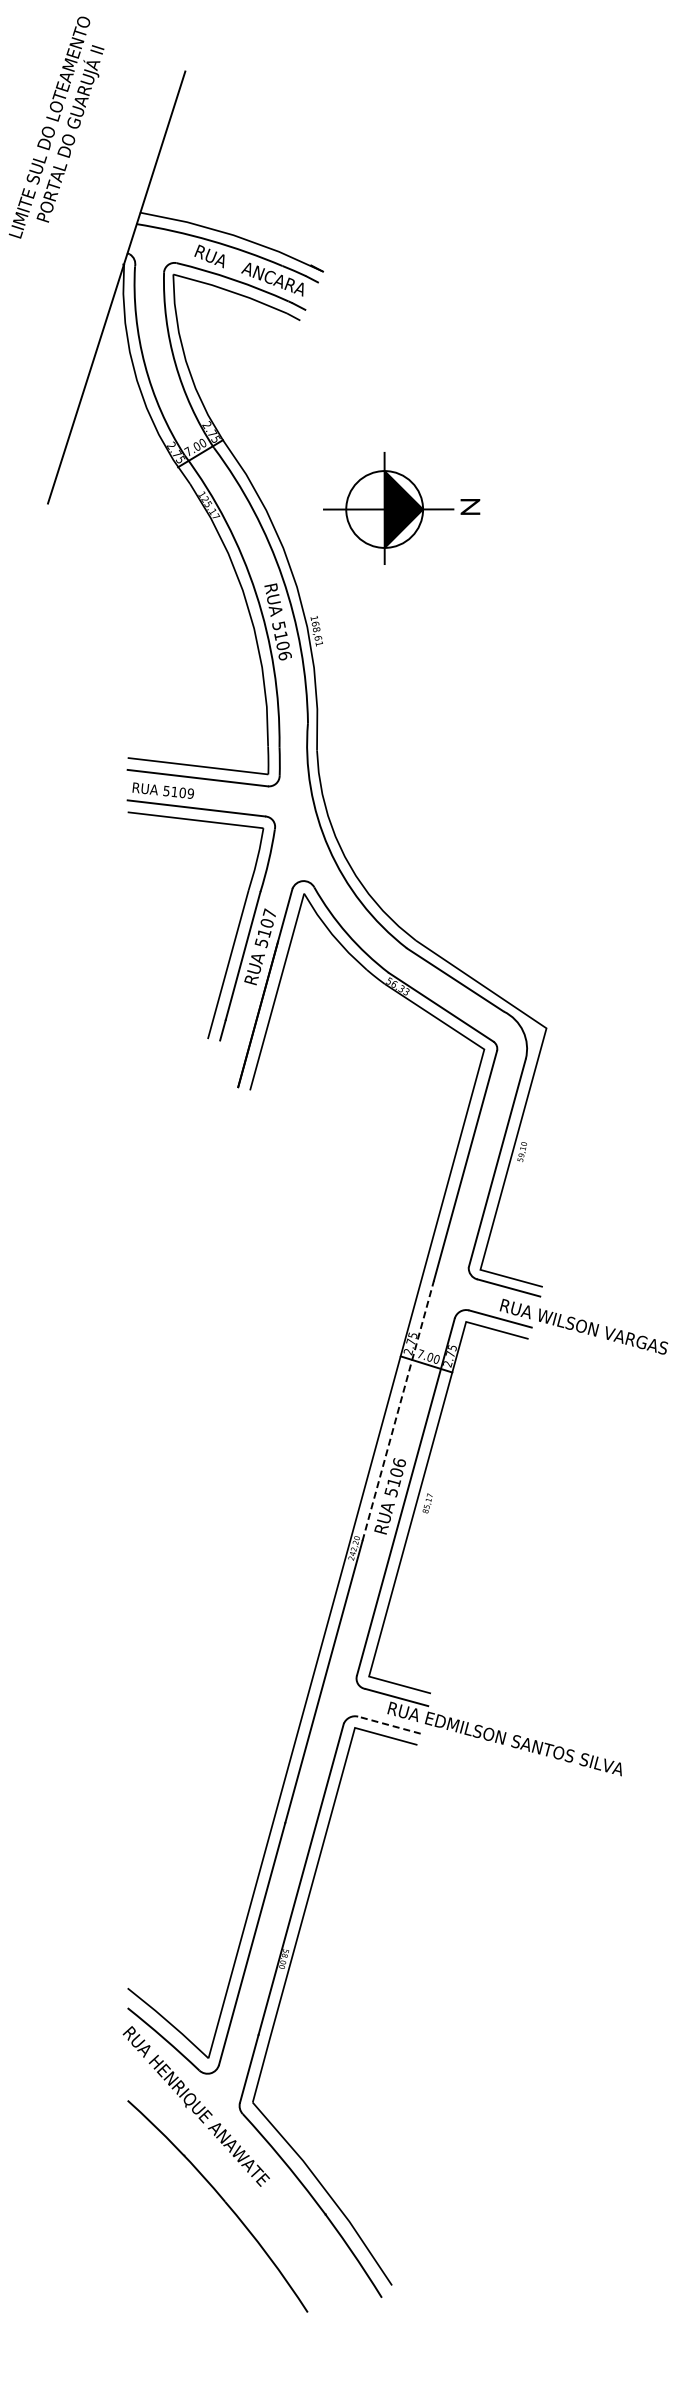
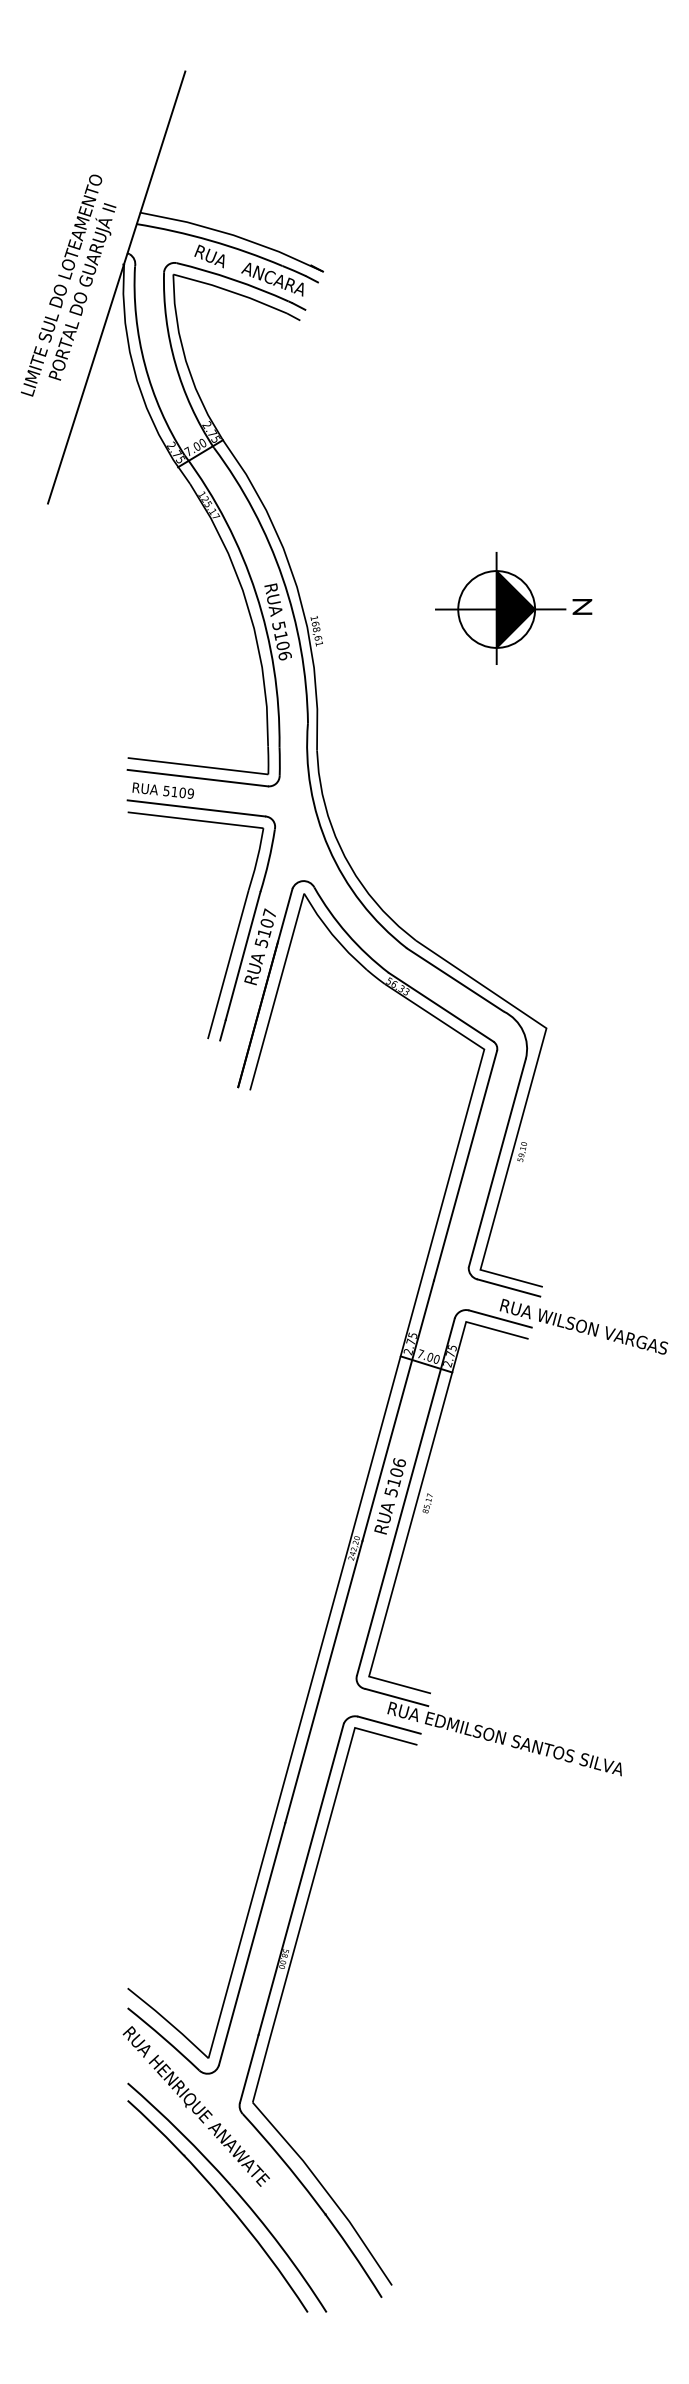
text at (56, 127) position: (56, 127) -> (68, 285)
part at (401, 508) position: (401, 508) -> (513, 608)
line at (398, 1410): dashed -> solid
line at (388, 1725): dashed -> solid
part at (235, 2192): none -> present
